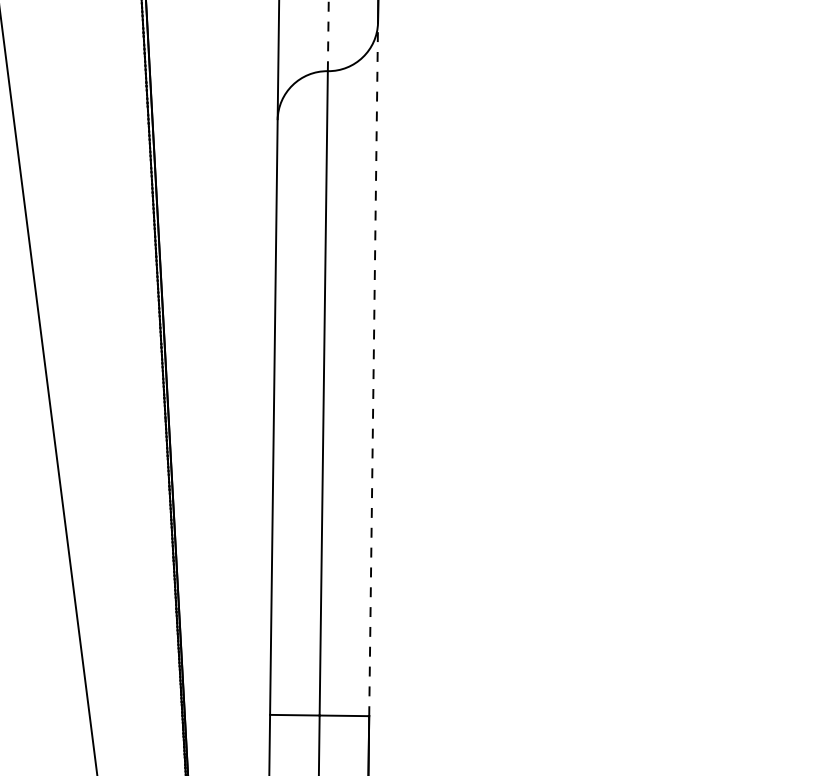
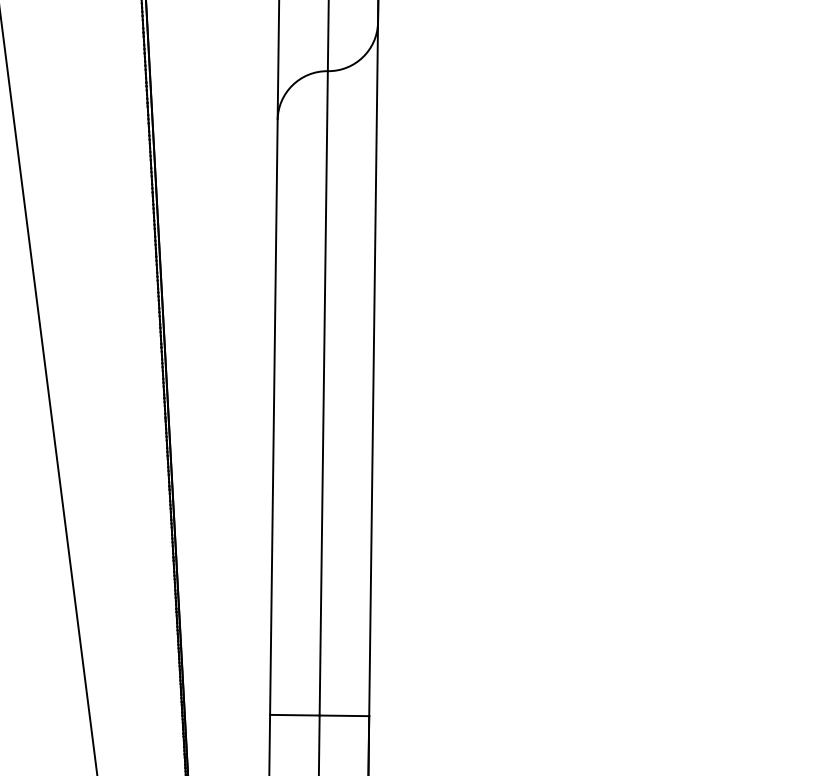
line at (328, 35): dashed -> solid
line at (373, 369): dashed -> solid
